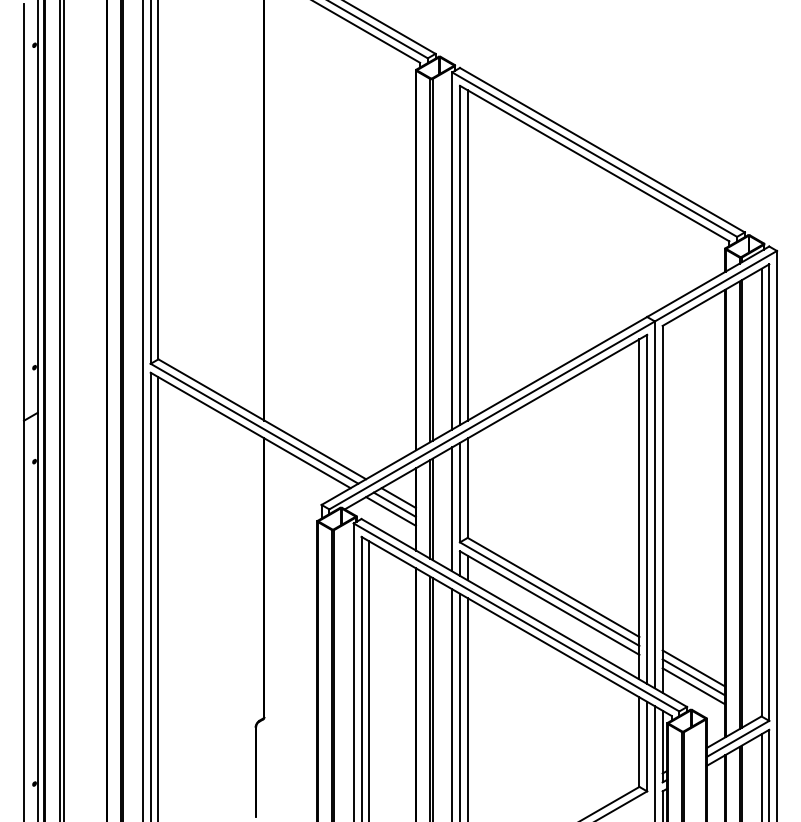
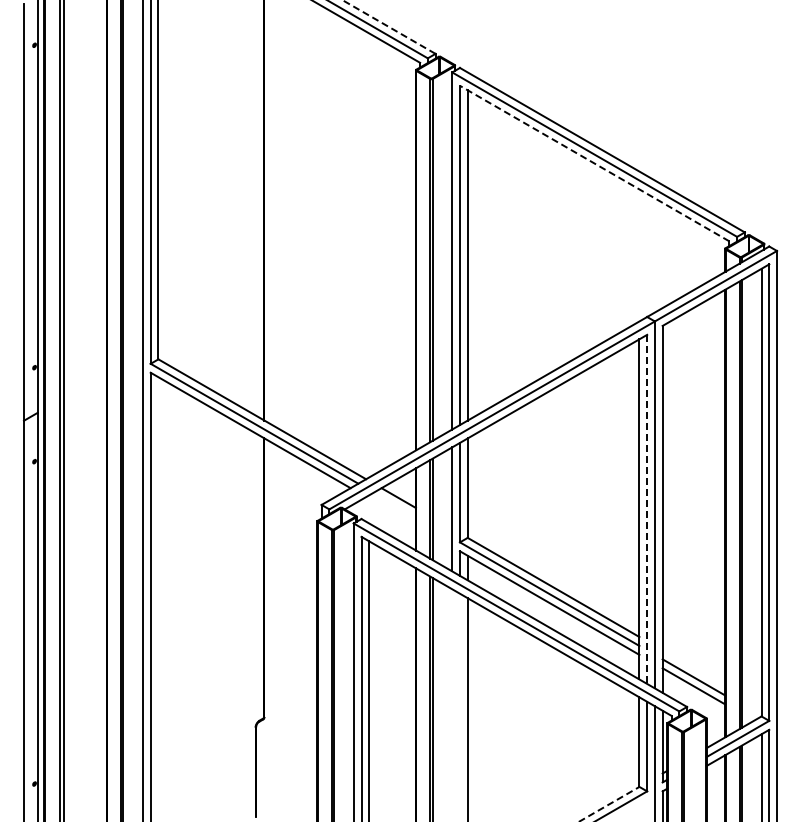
line at (388, 26): solid -> dashed
line at (594, 163): solid -> dashed
line at (394, 504): present -> none
line at (647, 509): solid -> dashed
line at (390, 511): present -> none
line at (158, 597): present -> none
line at (693, 668): present -> none
line at (452, 703): present -> none
line at (459, 705): present -> none
line at (609, 804): solid -> dashed
